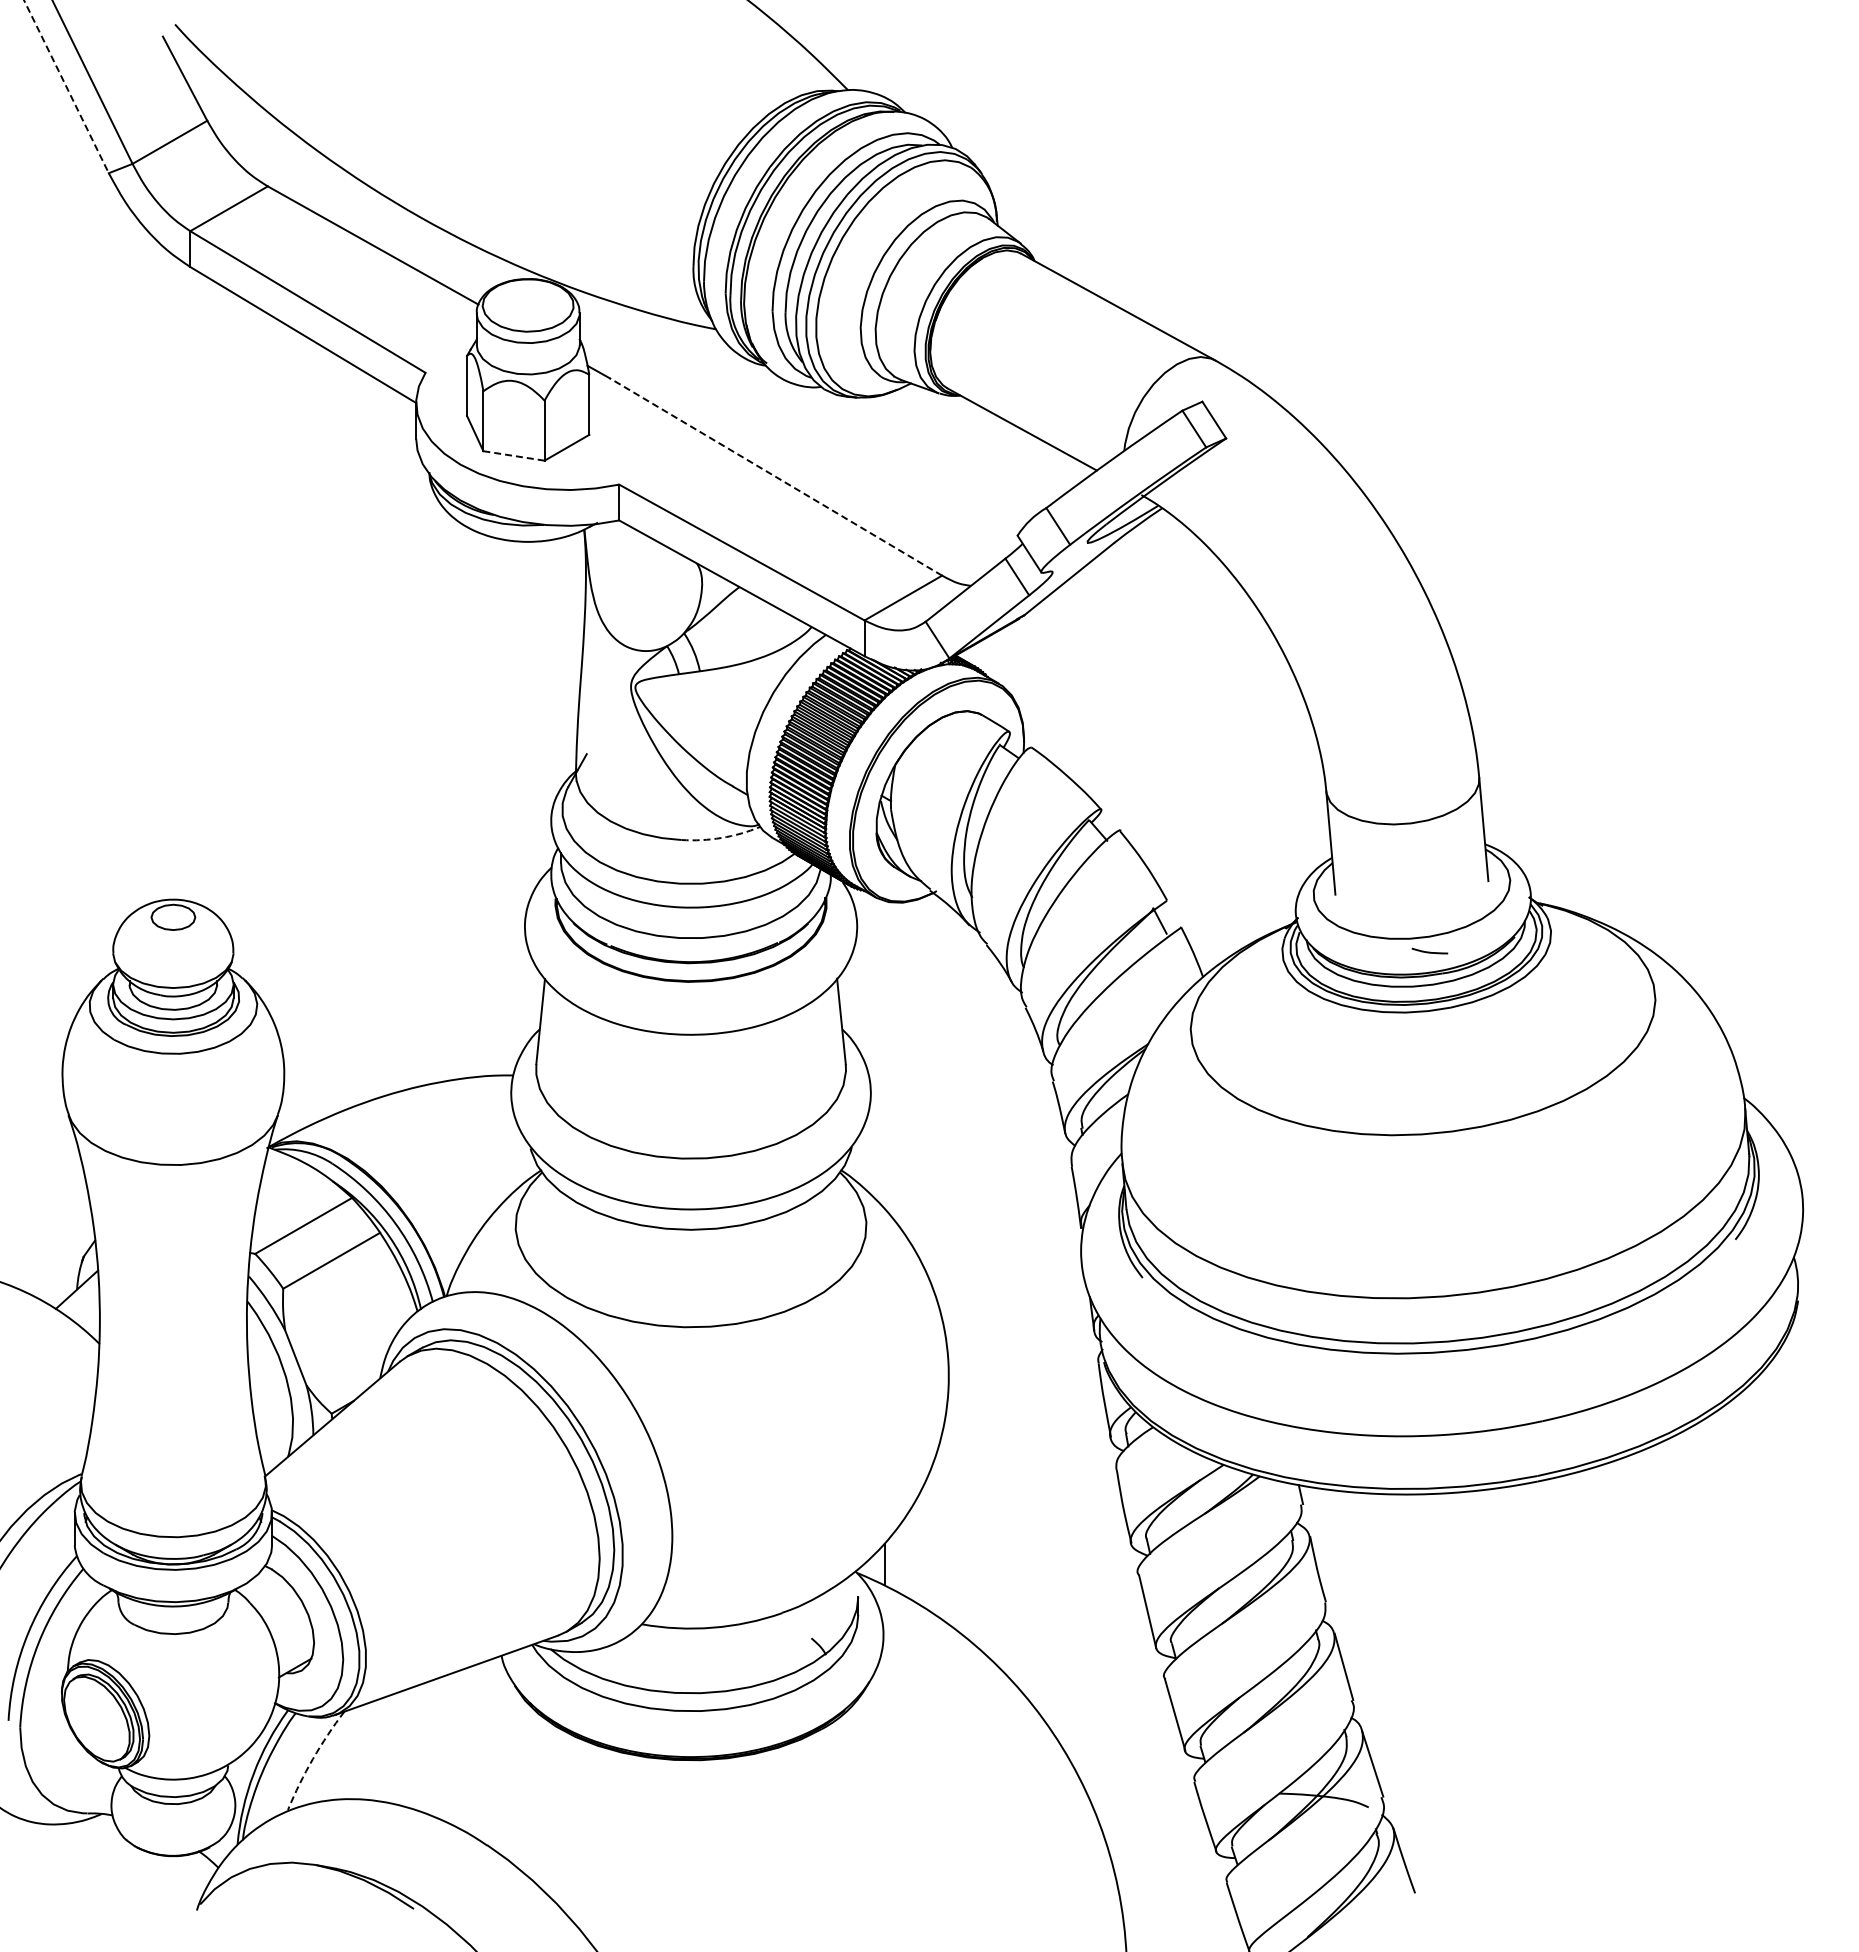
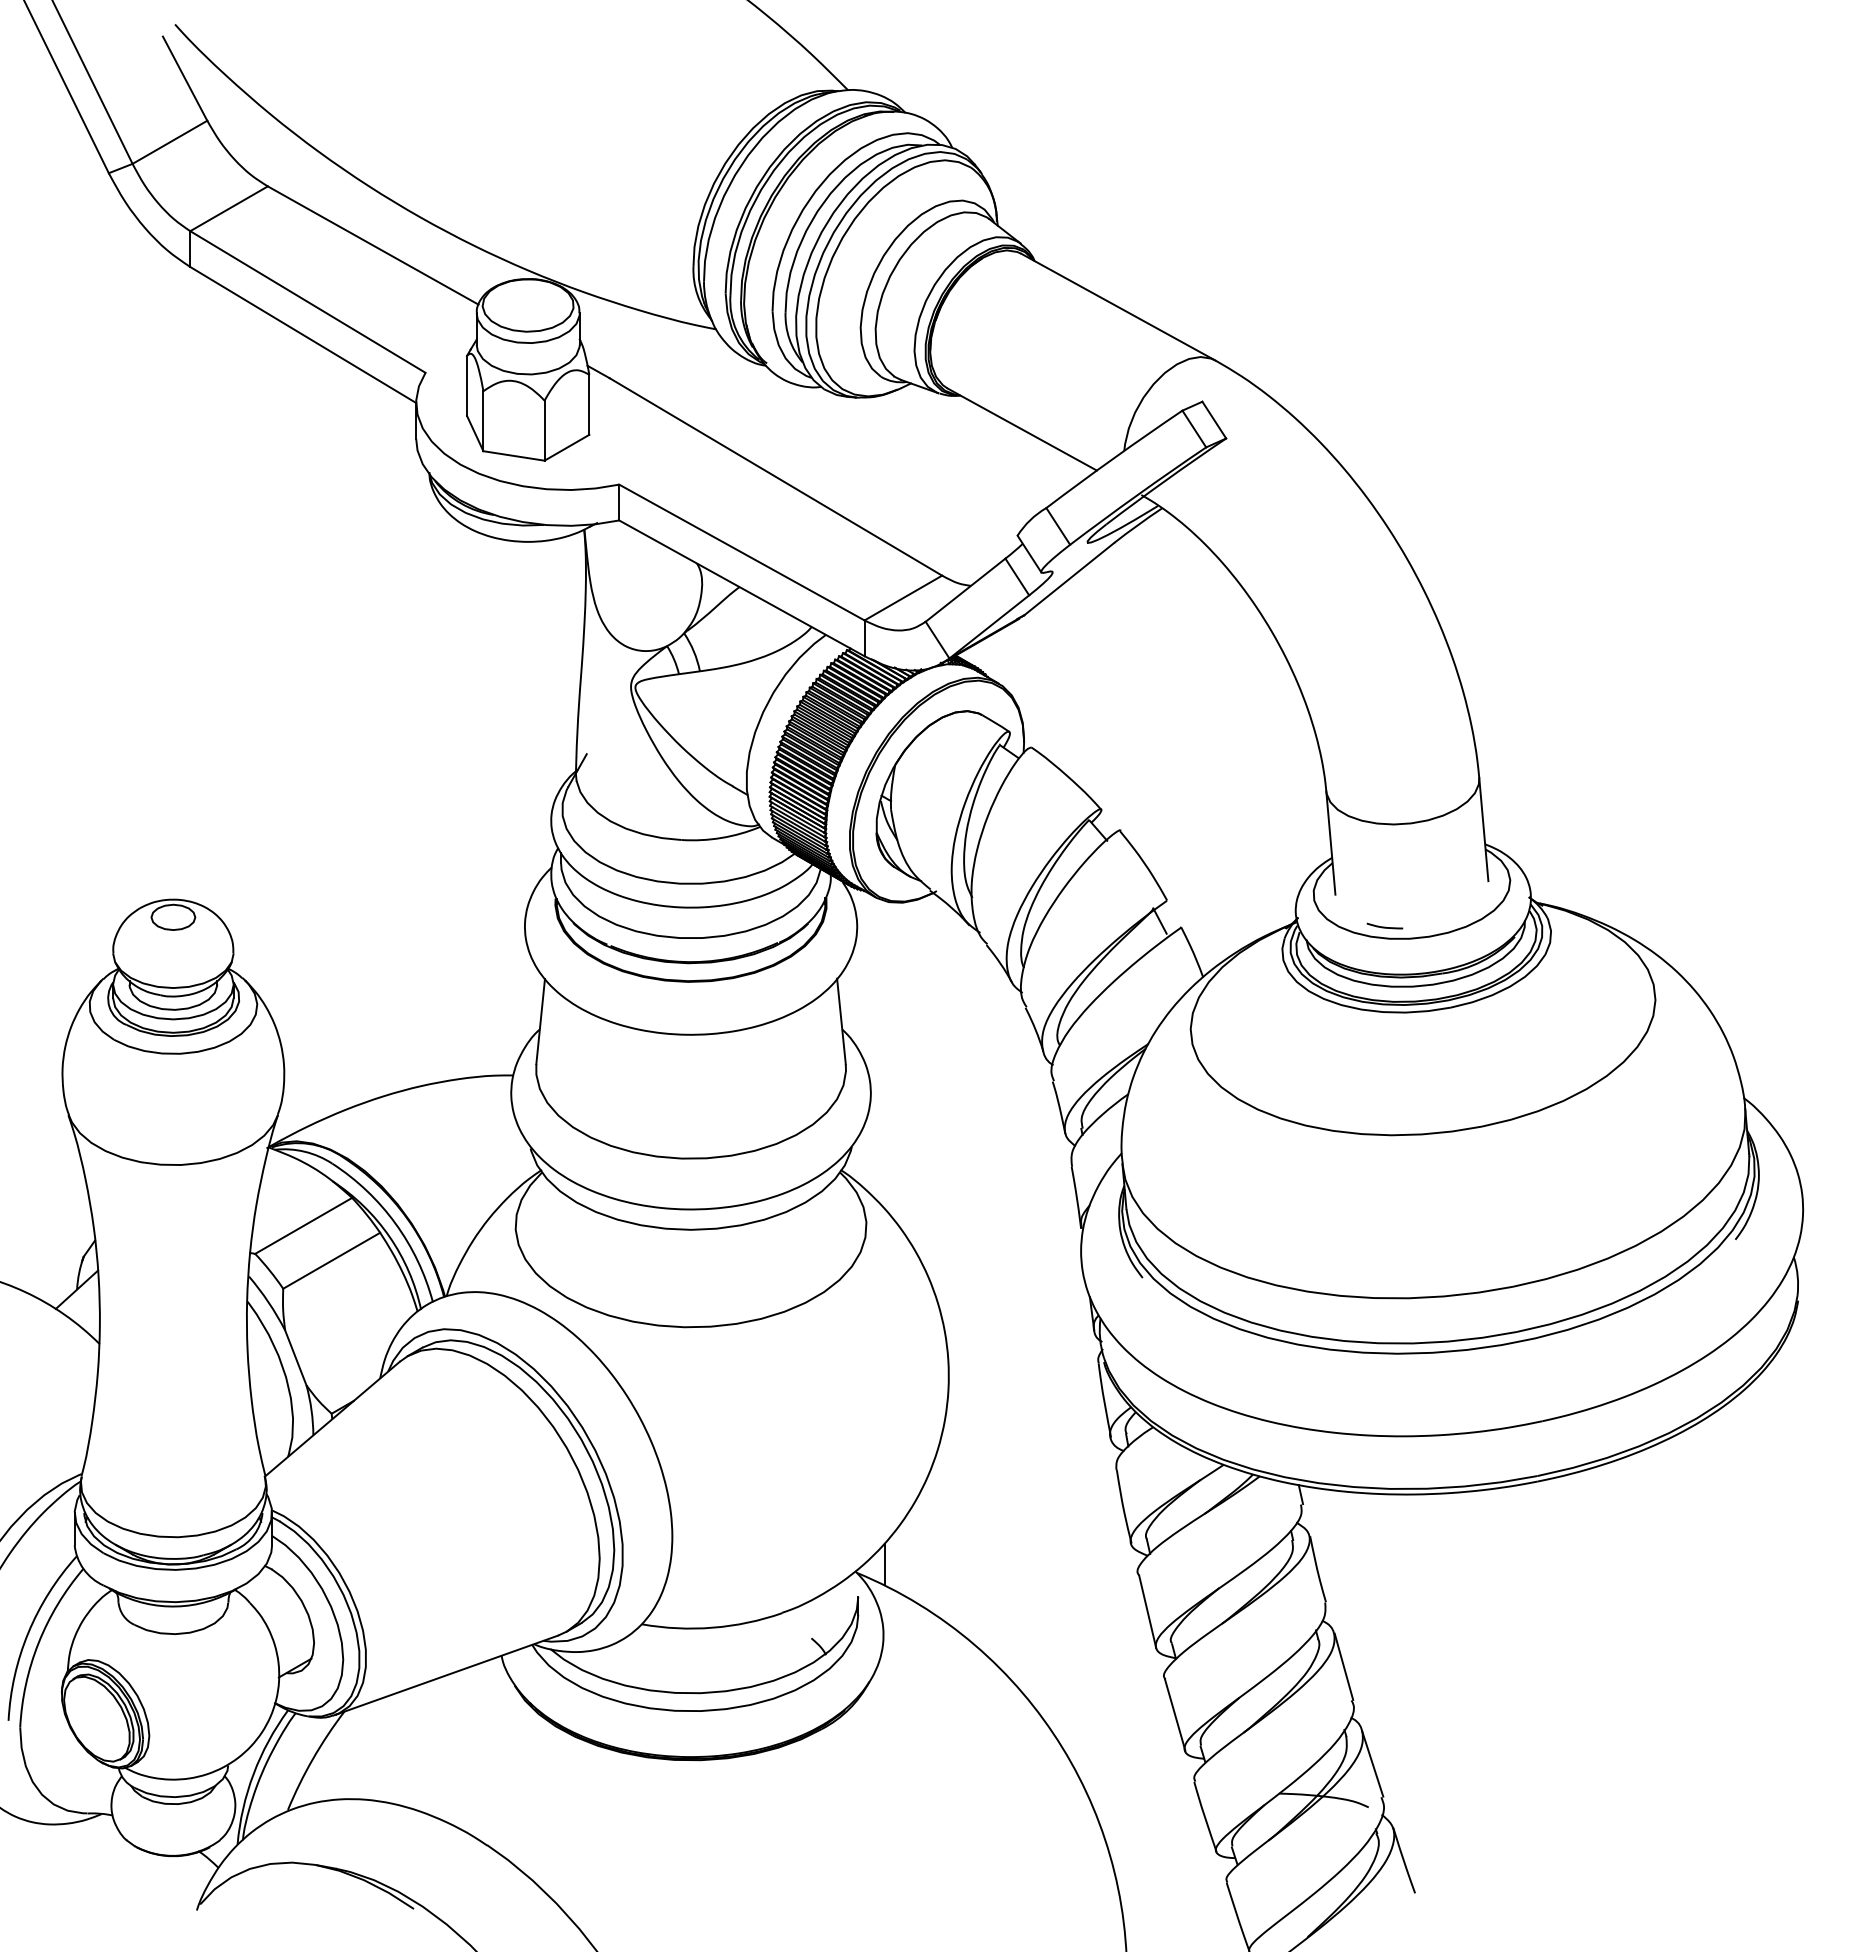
line at (66, 87): dashed -> solid
line at (514, 455): dashed -> solid
line at (775, 476): dashed -> solid
arc at (721, 837): dashed -> solid
curve at (1429, 951) position: (1429, 951) -> (1384, 926)
arc at (312, 1758): dashed -> solid
